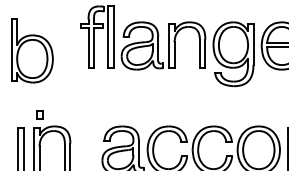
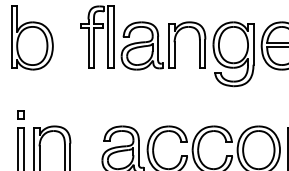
part at (32, 50) position: (32, 50) -> (32, 37)
part at (39, 114) position: (39, 114) -> (20, 114)
